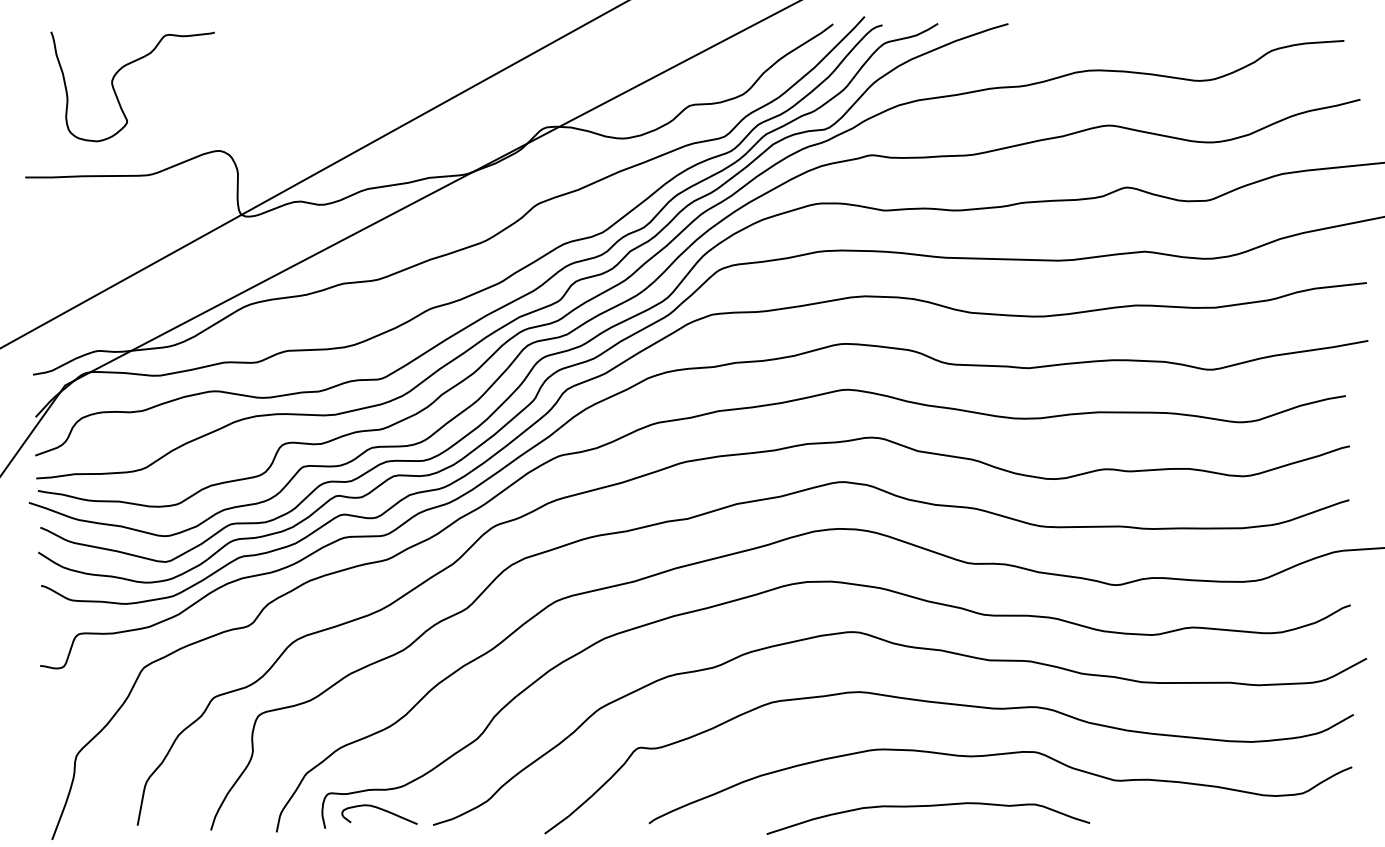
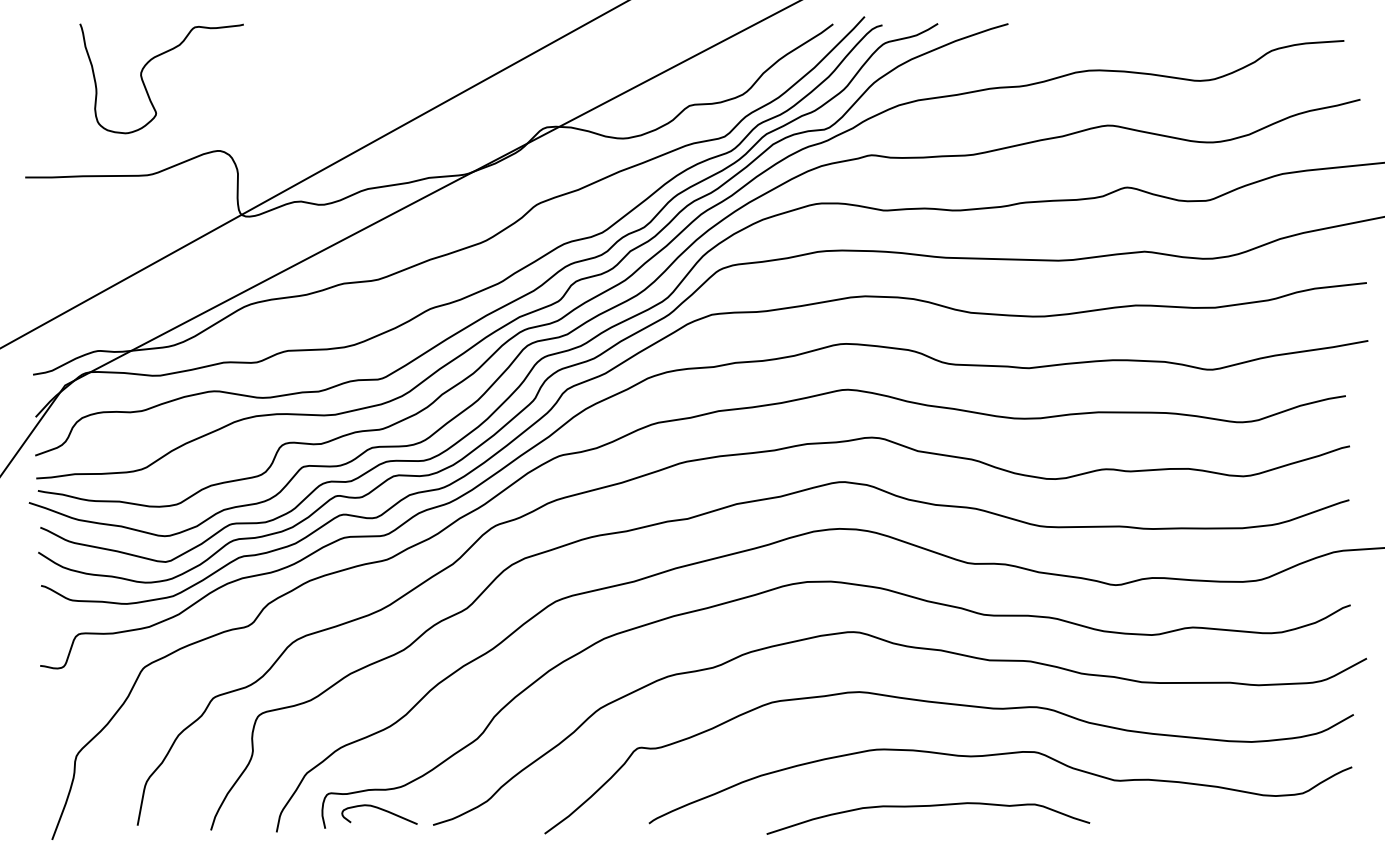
curve at (115, 90) position: (115, 90) -> (144, 82)
